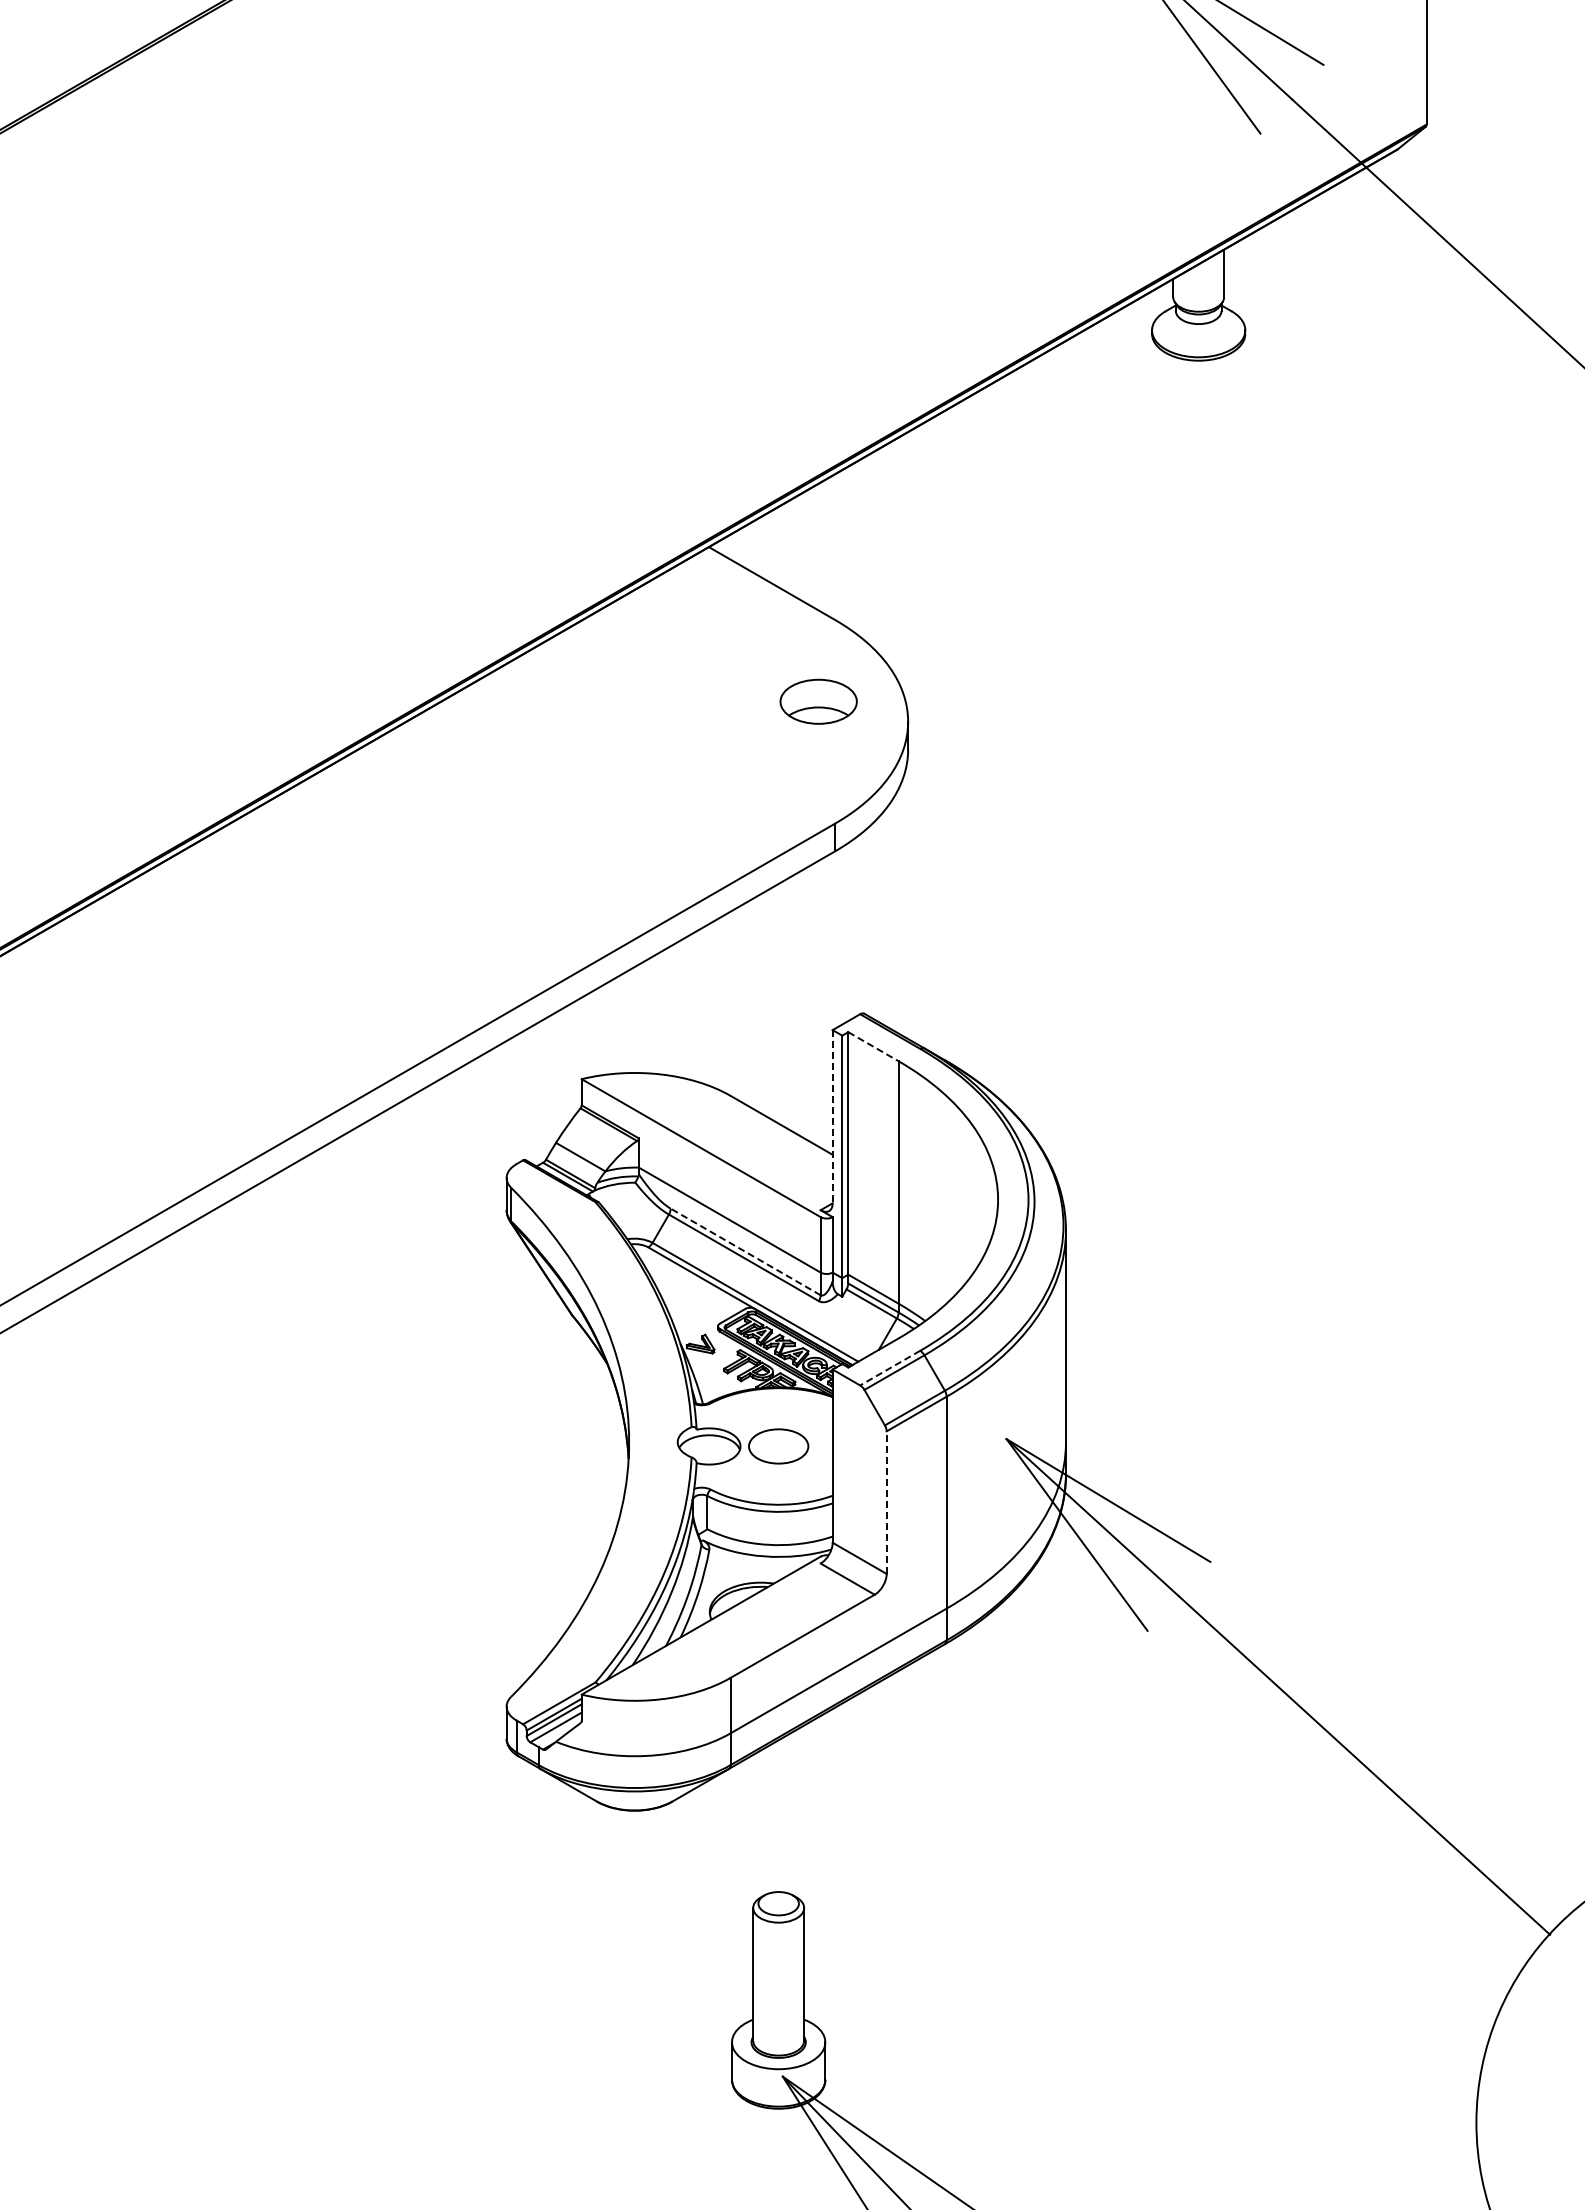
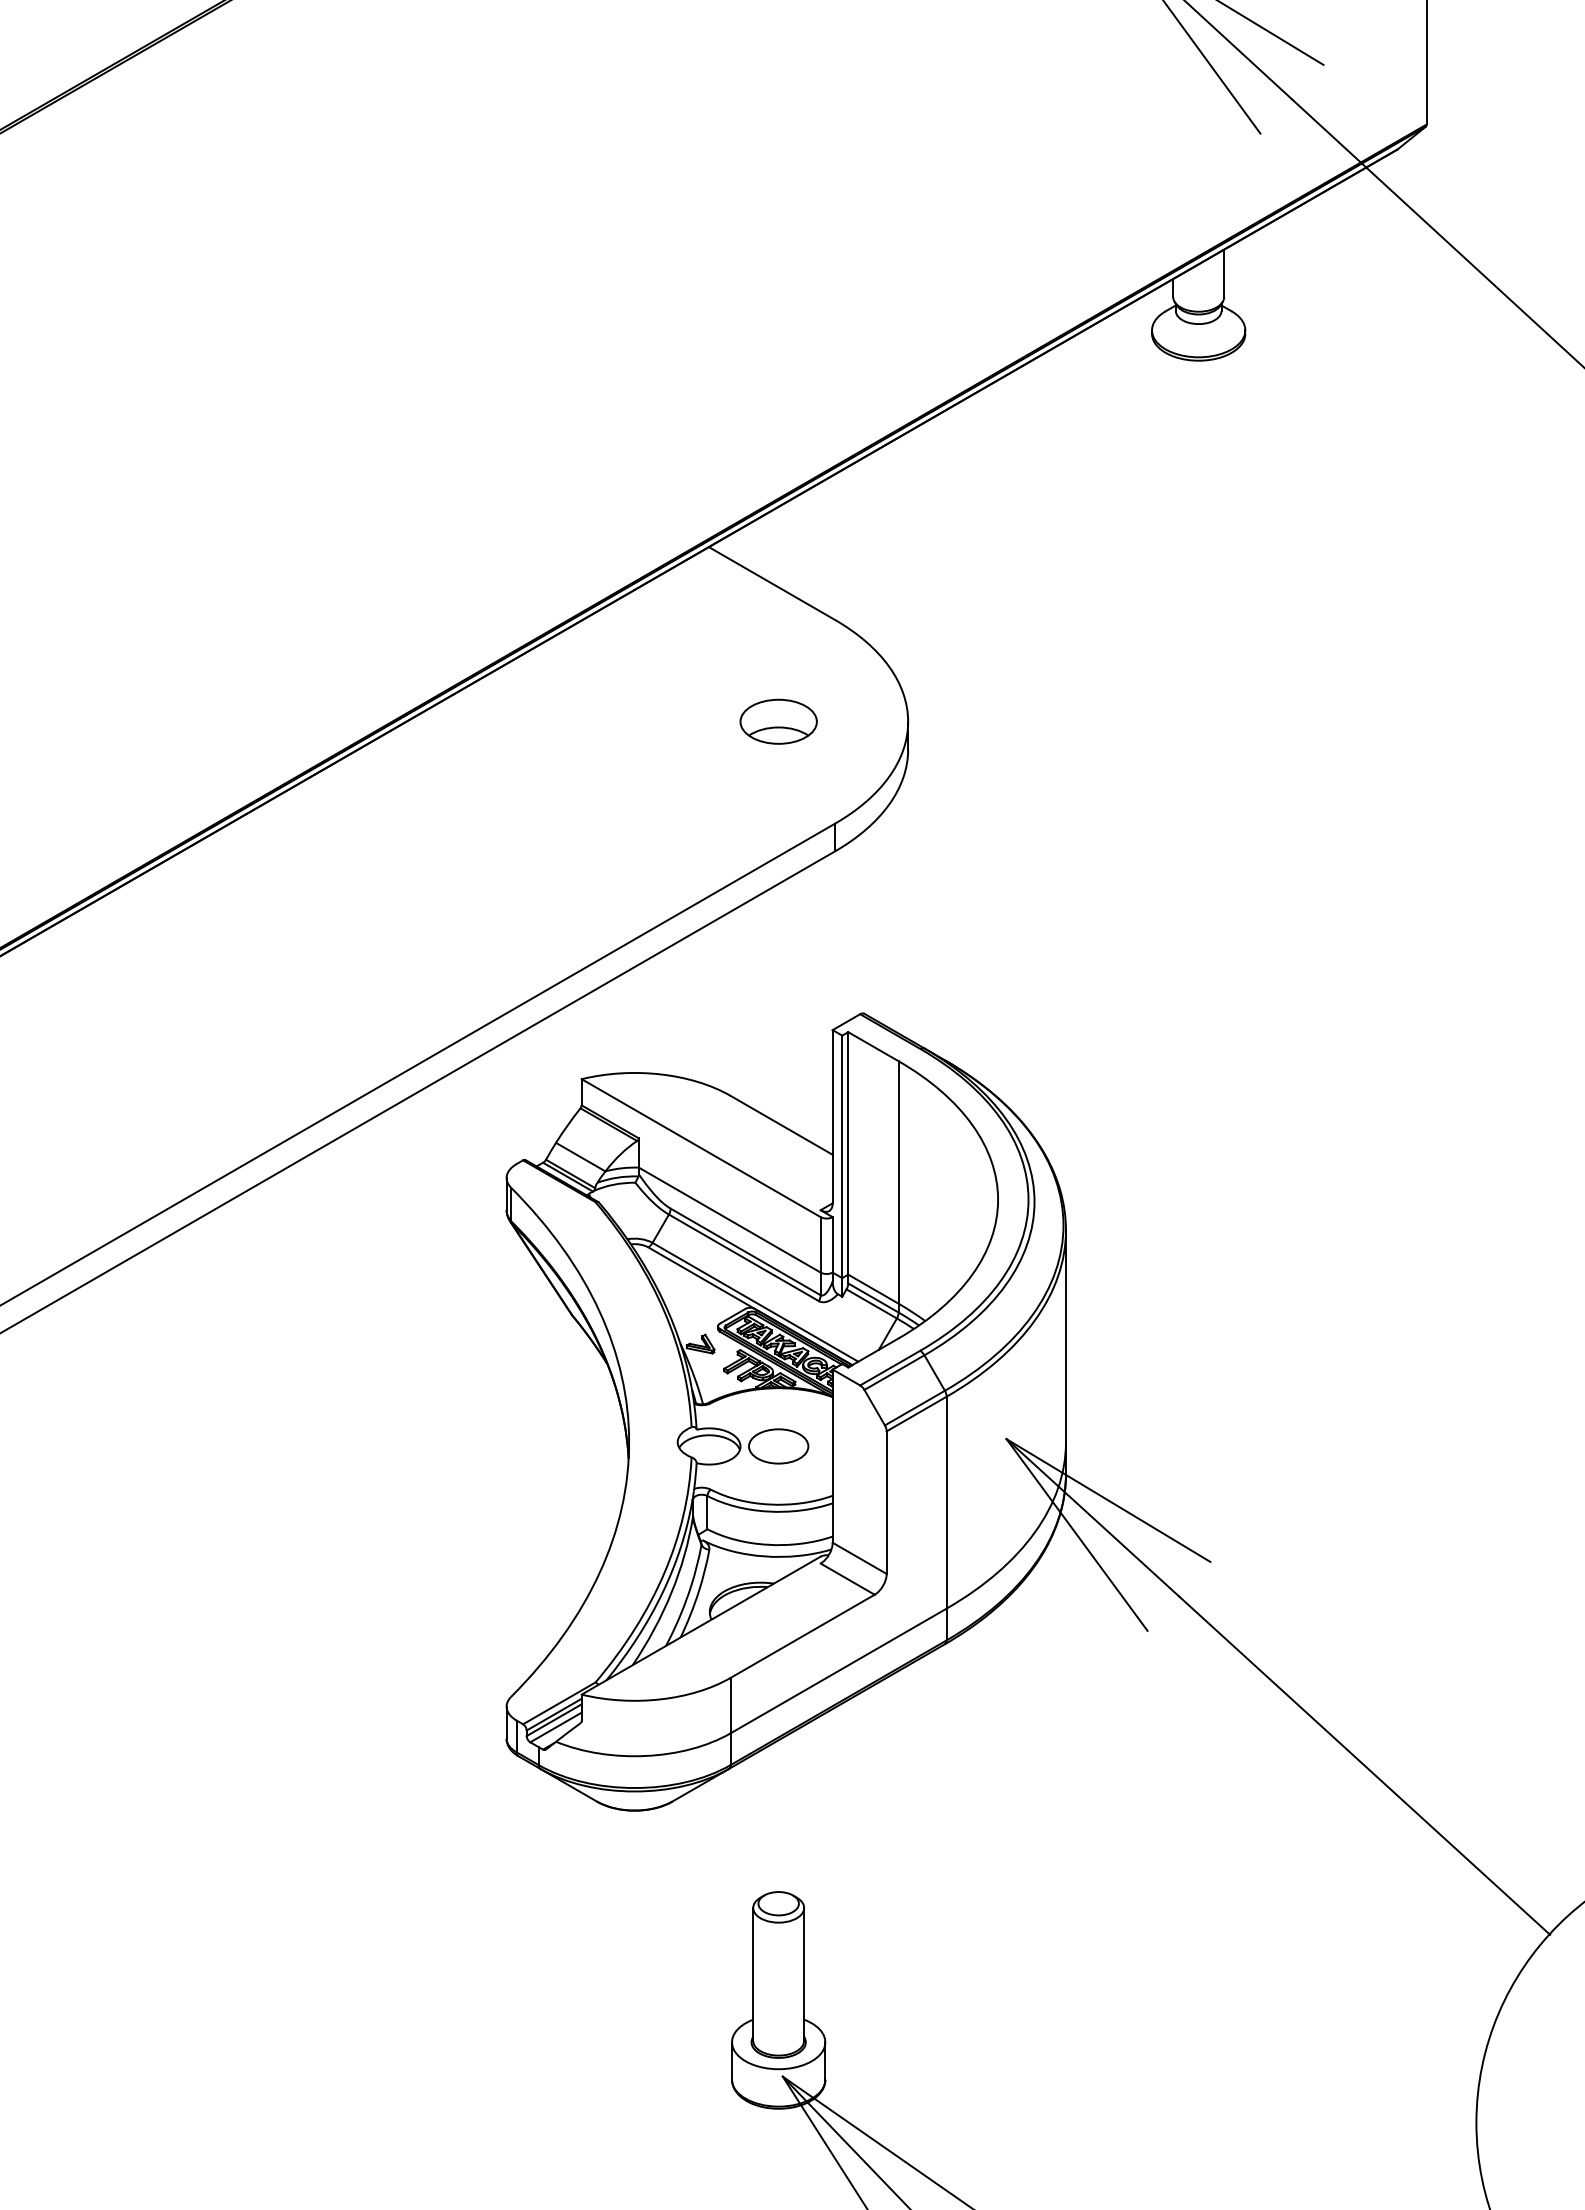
part at (818, 701) position: (818, 701) -> (778, 721)
line at (873, 1046): dashed -> solid
line at (832, 1116): dashed -> solid
line at (745, 1251): dashed -> solid
line at (890, 1368): dashed -> solid
line at (886, 1502): dashed -> solid
